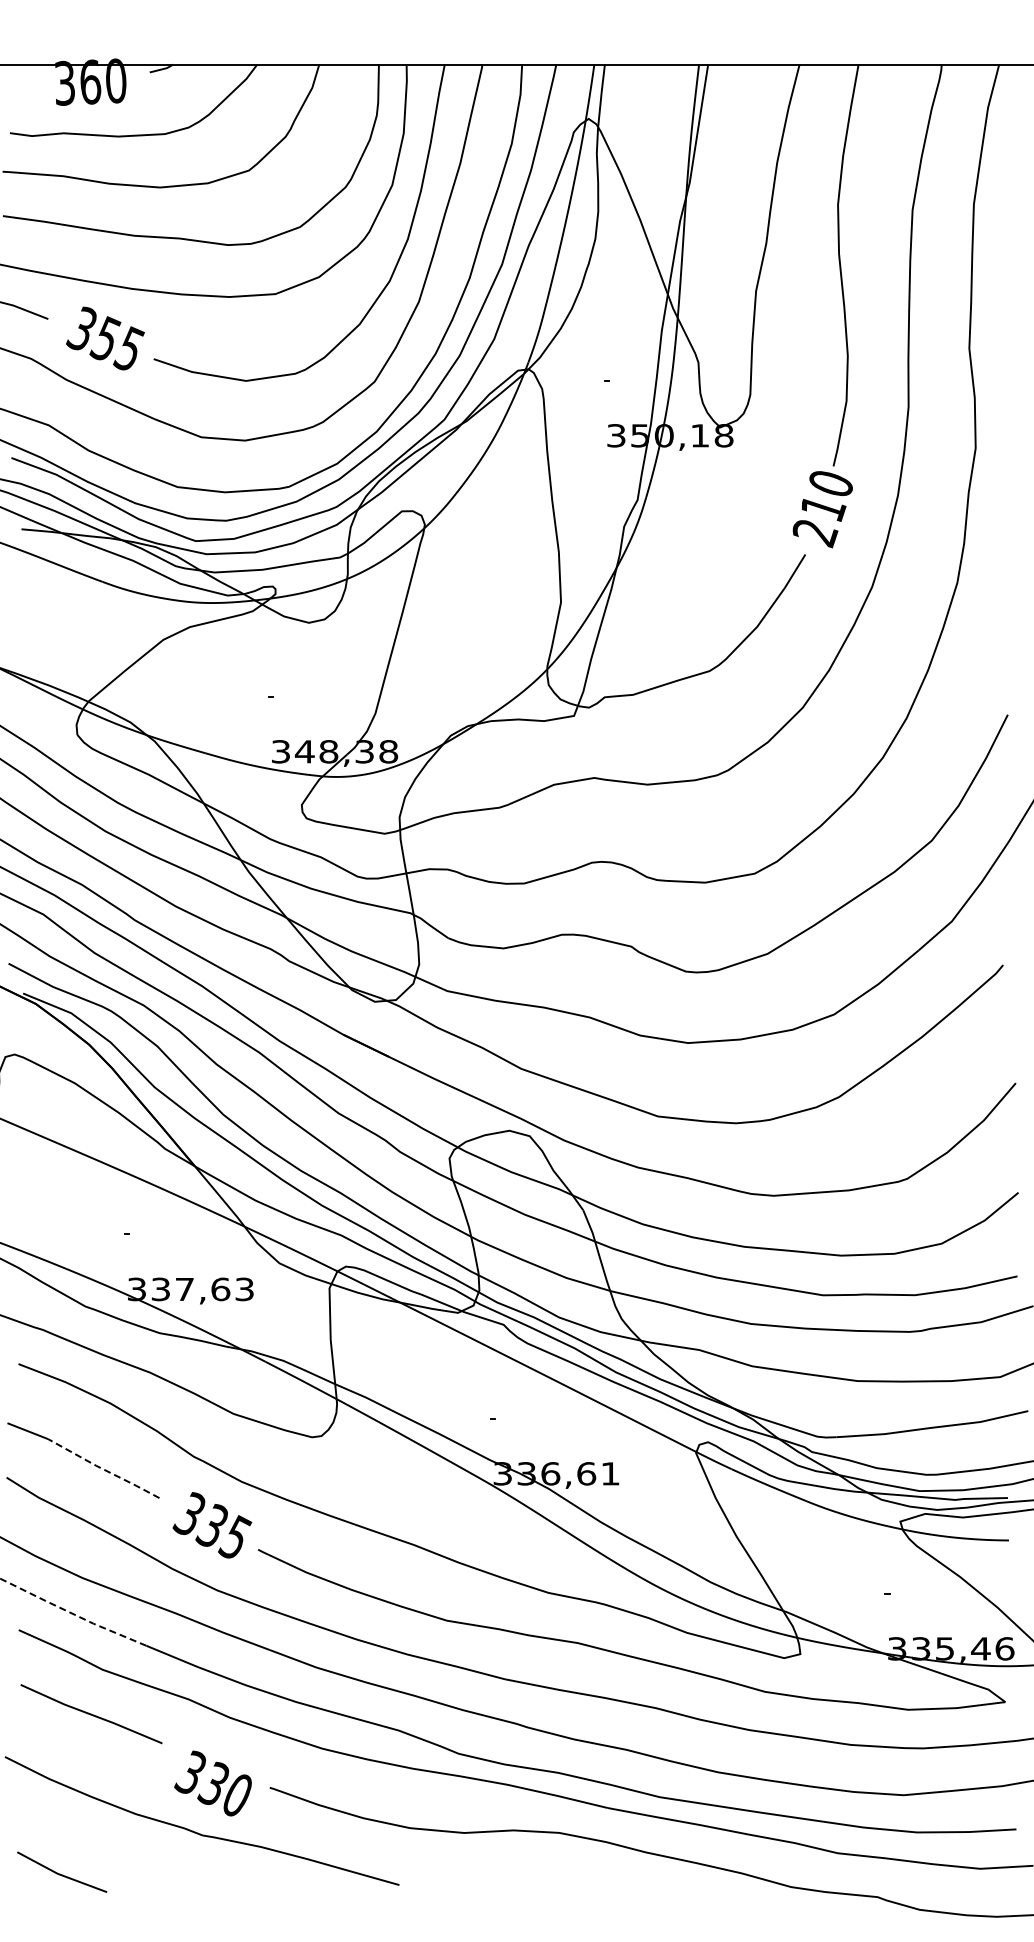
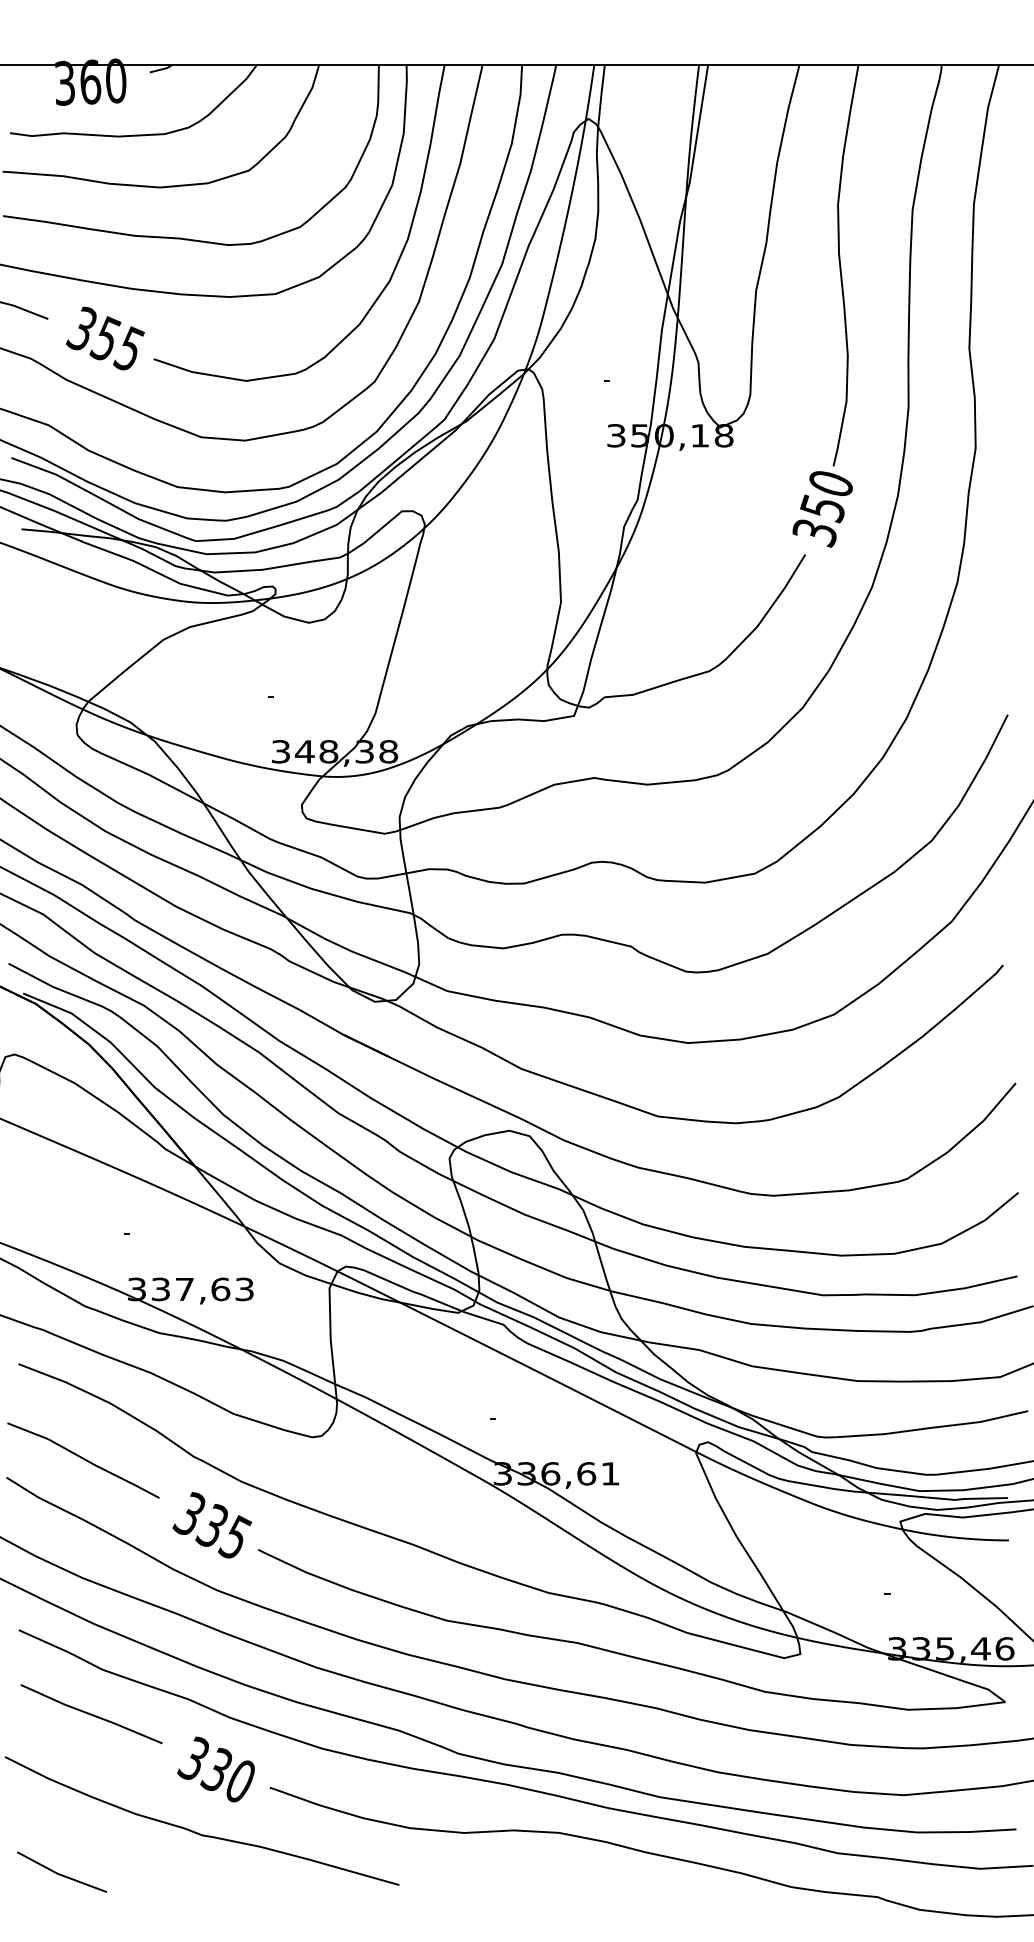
text at (819, 521): 210 -> 350
line at (103, 1469): dashed -> solid
line at (72, 1613): dashed -> solid
text at (212, 1783) position: (212, 1783) -> (215, 1769)
